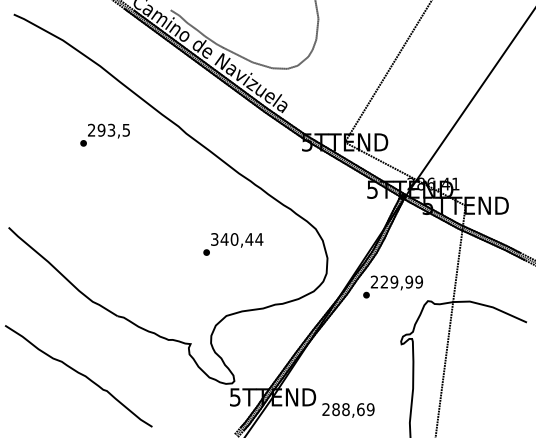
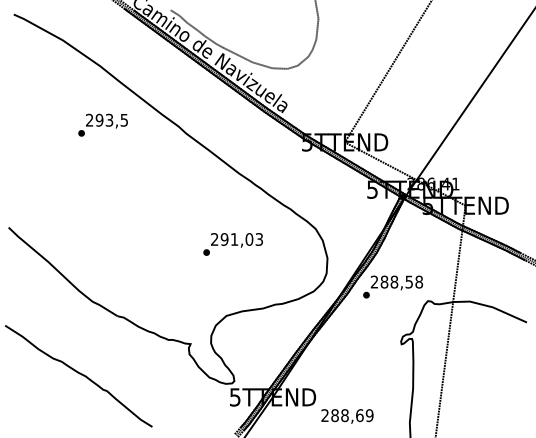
text at (104, 134) position: (104, 134) -> (102, 124)
text at (237, 239): 340,44 -> 291,03
text at (401, 281): 229,99 -> 288,58
text at (348, 410) position: (348, 410) -> (347, 416)
